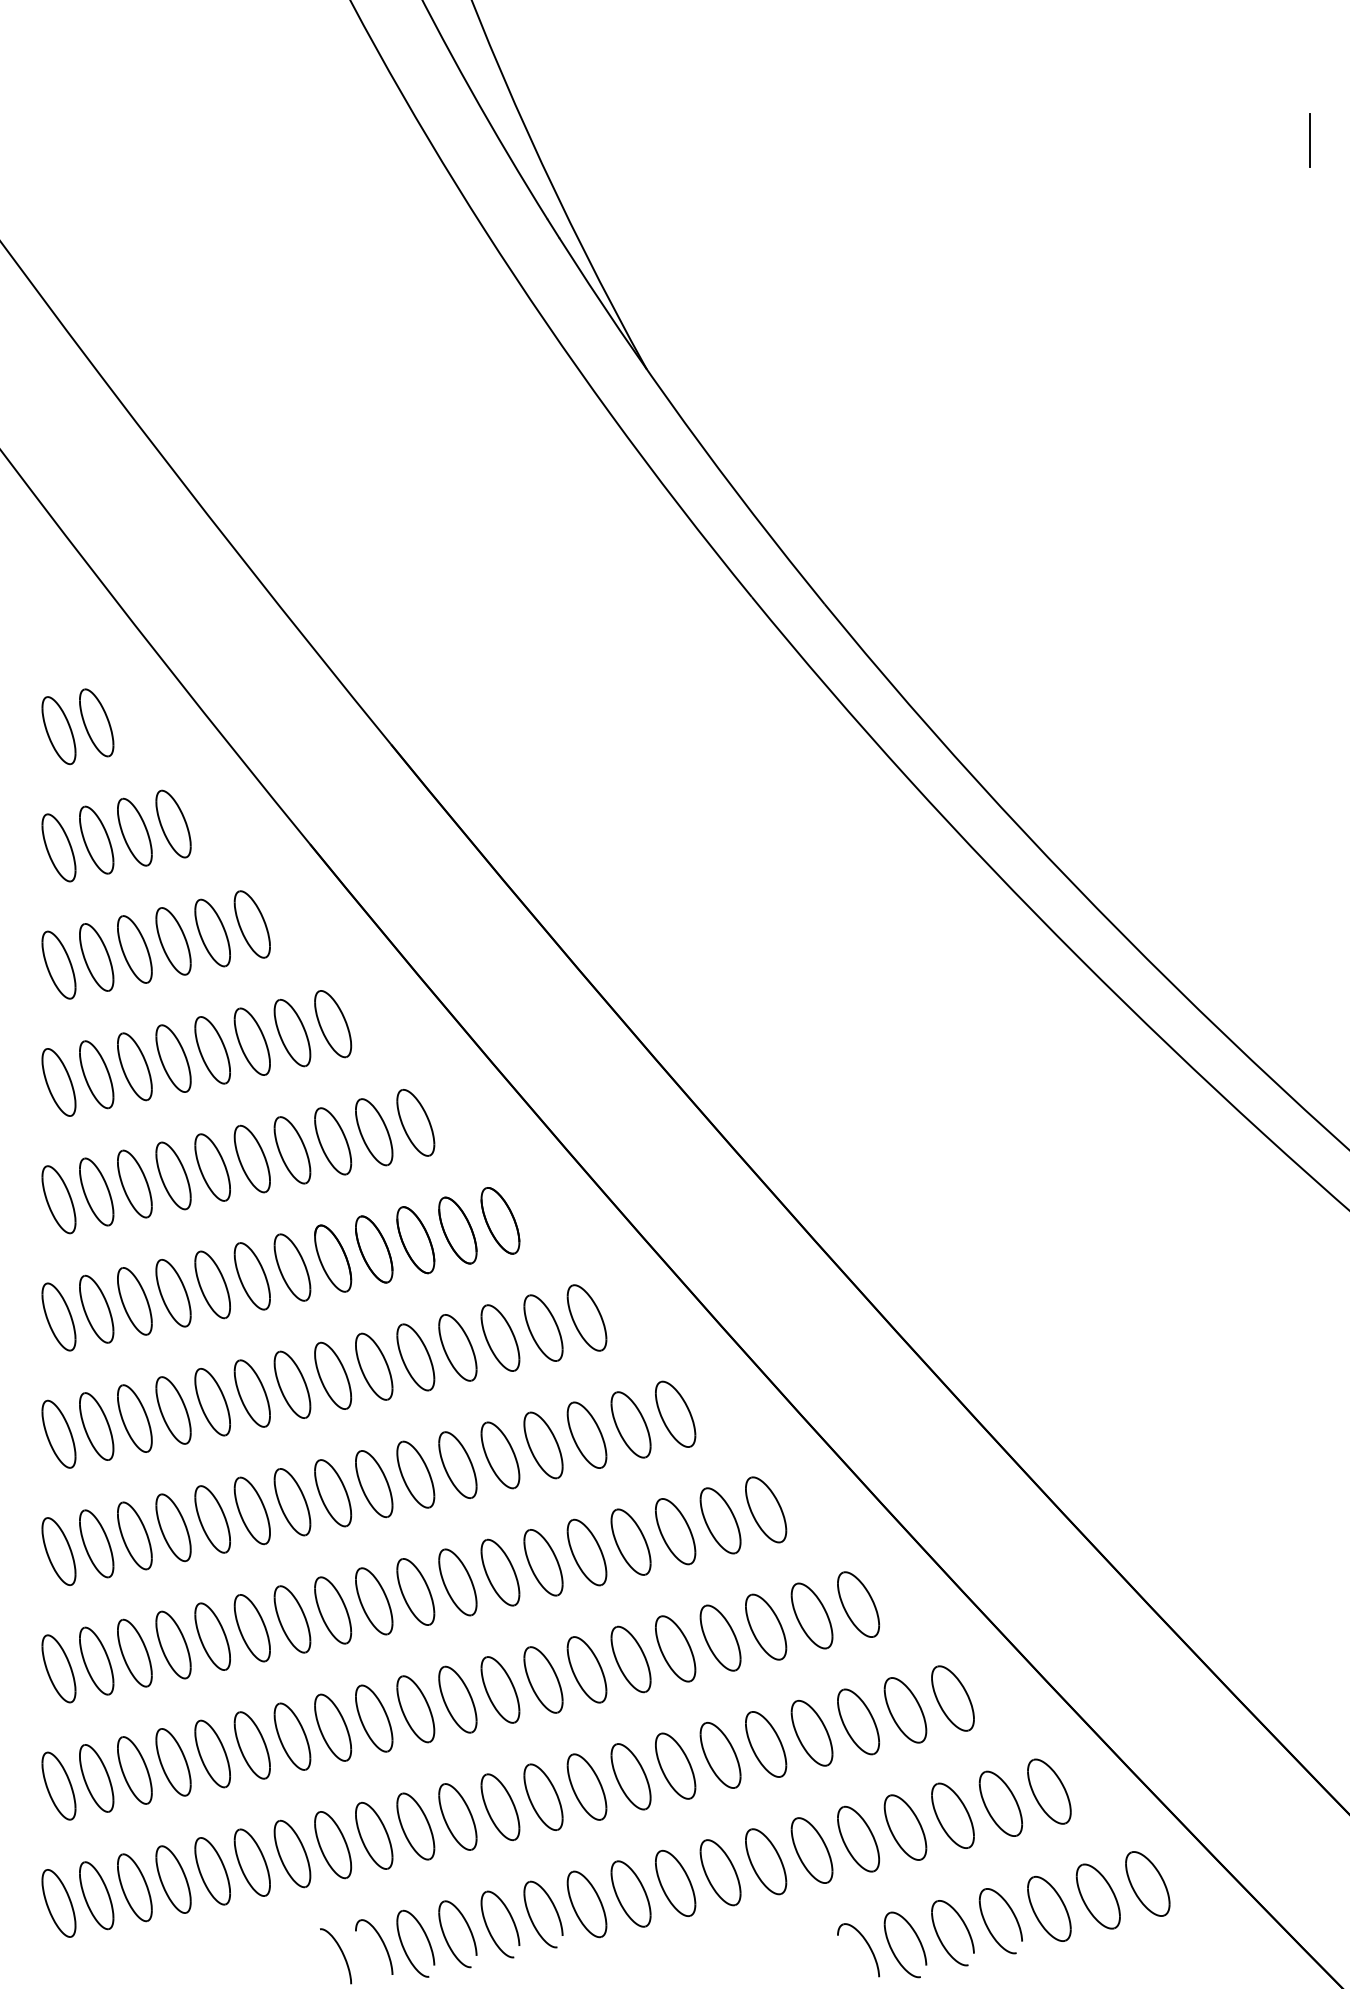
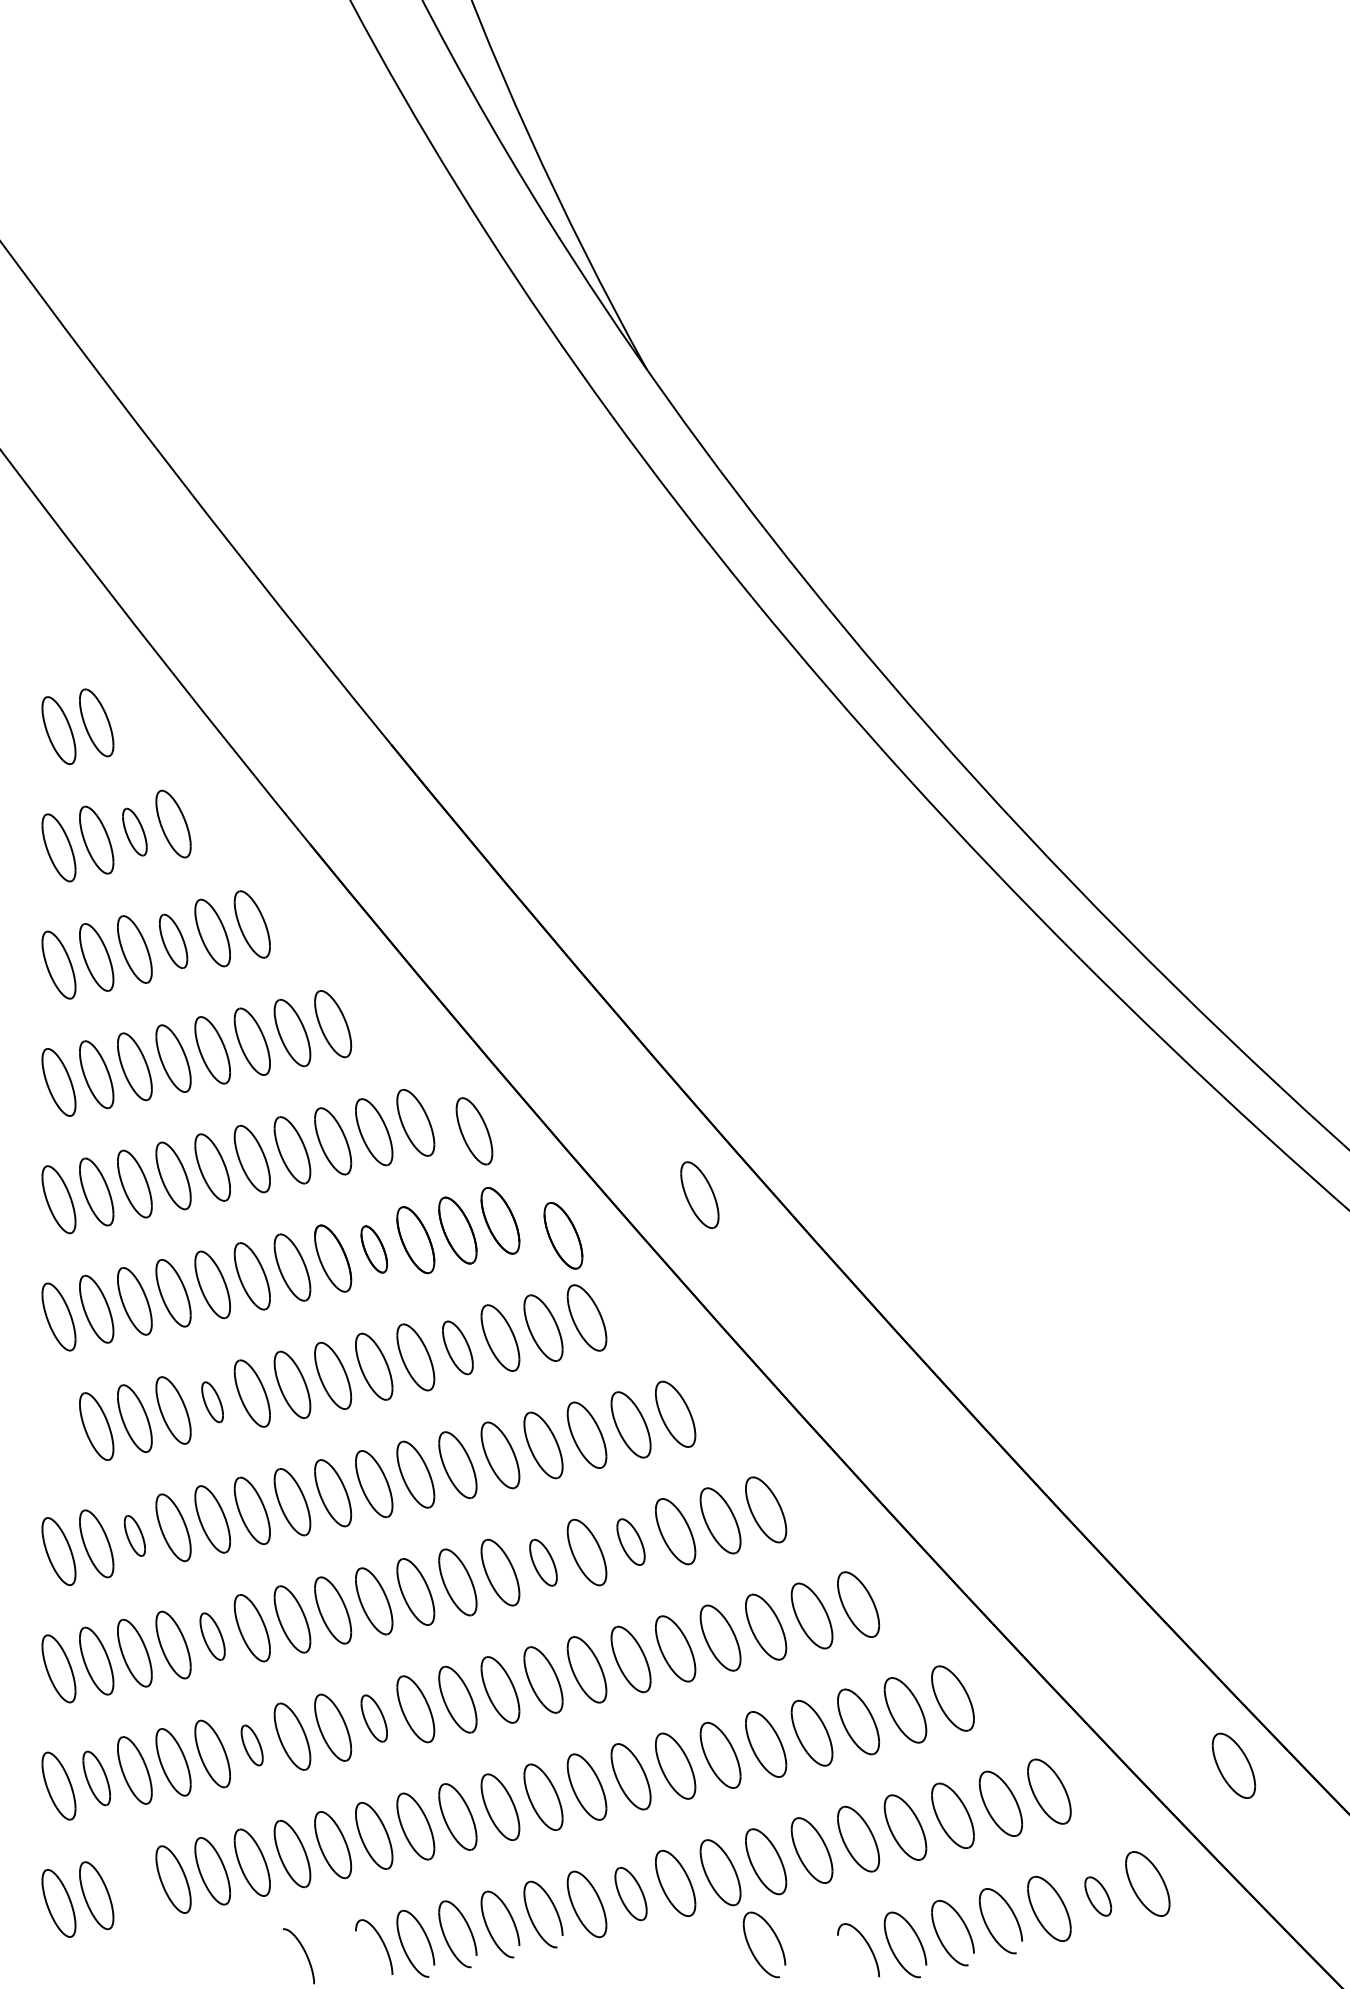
line at (1309, 139): present -> none
part at (134, 831) size: 36x70 px -> 26x50 px
part at (173, 941) size: 37x69 px -> 31x56 px
part at (474, 1131): none -> present
part at (699, 1194): none -> present
part at (563, 1235): none -> present
part at (374, 1249) size: 39x69 px -> 28x49 px
part at (457, 1347) size: 40x68 px -> 32x56 px
part at (212, 1402) size: 37x69 px -> 23x43 px
part at (58, 1433): present -> none
part at (134, 1535) size: 36x70 px -> 23x42 px
part at (630, 1541) size: 42x68 px -> 30x48 px
part at (543, 1562) size: 41x68 px -> 29x49 px
part at (212, 1636) size: 37x69 px -> 27x49 px
part at (374, 1718) size: 39x69 px -> 28x49 px
part at (251, 1745) size: 38x69 px -> 24x43 px
part at (1233, 1765): none -> present
part at (96, 1778) size: 36x69 px -> 30x57 px
part at (134, 1887): present -> none
part at (630, 1893) size: 42x68 px -> 34x55 px
part at (1097, 1896) size: 46x67 px -> 29x41 px
part at (776, 1938): none -> present
curve at (342, 1955) position: (342, 1955) -> (305, 1955)
